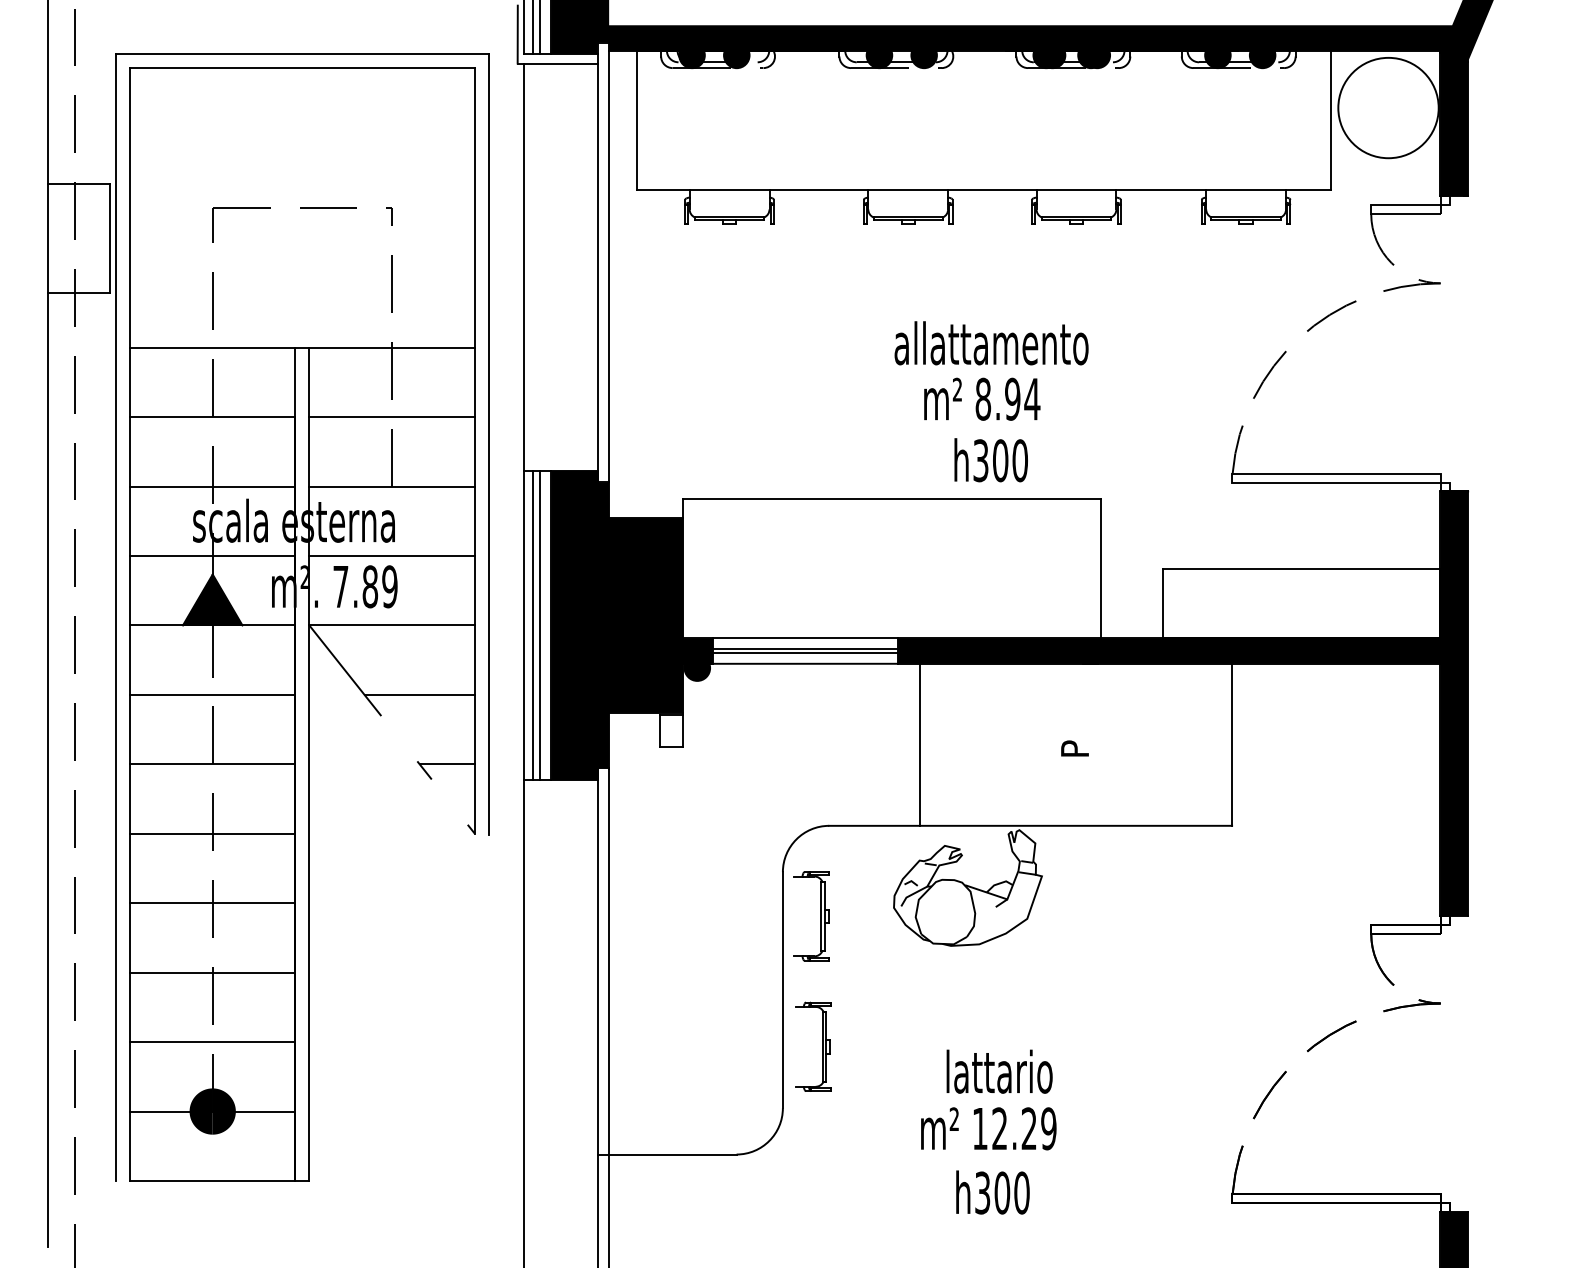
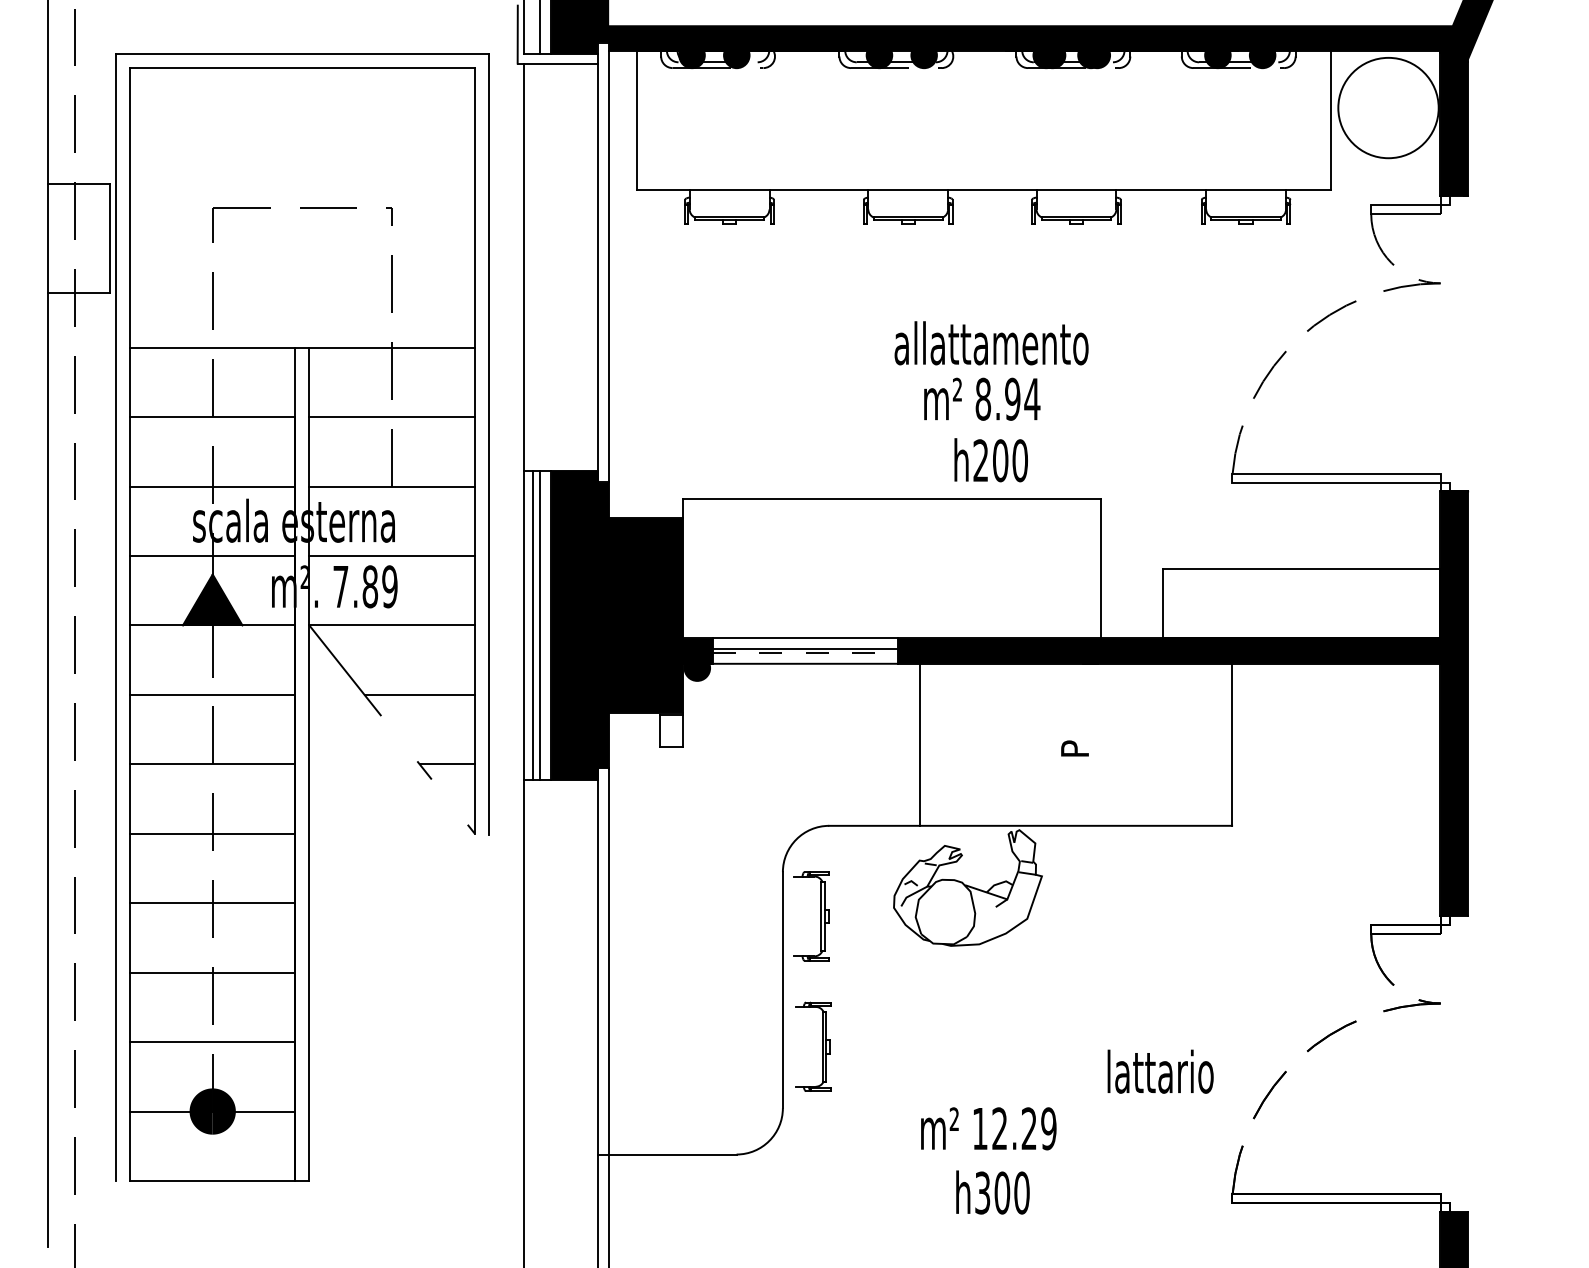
line at (532, 28): present -> none
text at (980, 460): h300 -> h200
line at (805, 653): solid -> dashed
text at (999, 1071) position: (999, 1071) -> (1160, 1071)
